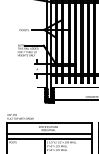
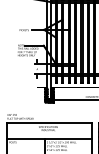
line at (49, 133): present -> none
